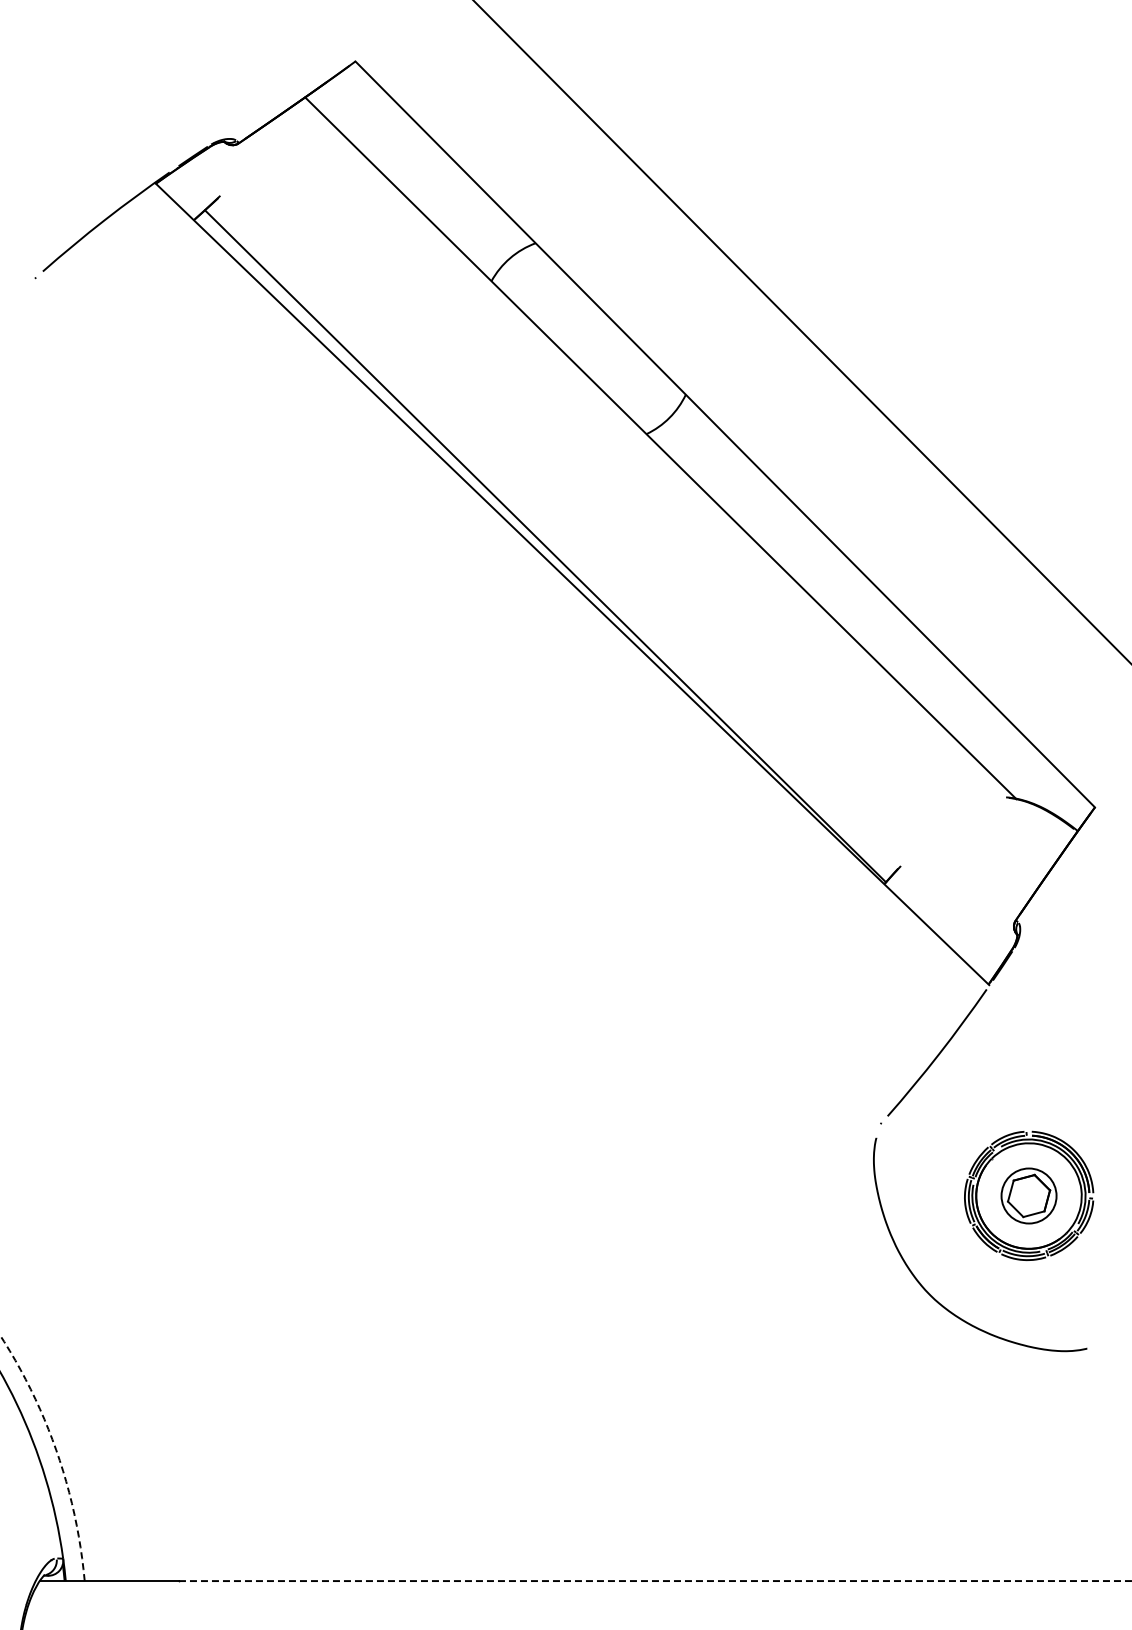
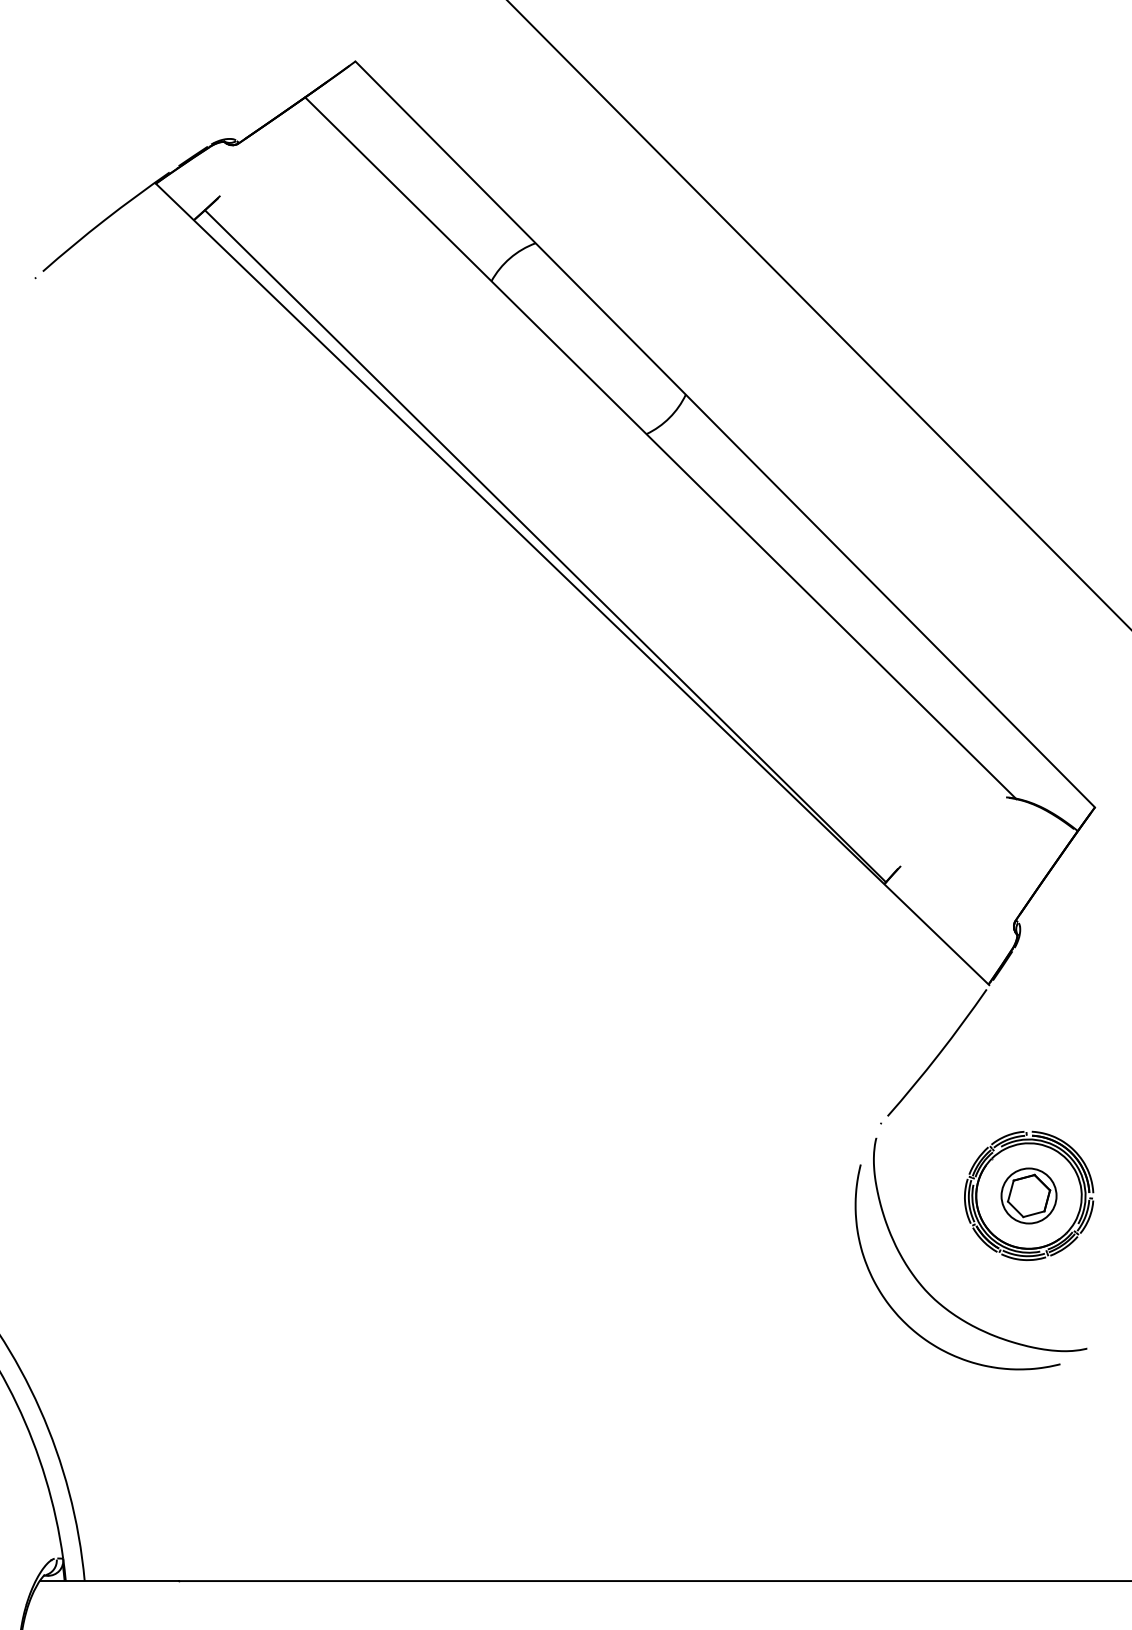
line at (801, 331) position: (801, 331) -> (818, 314)
curve at (904, 1320): none -> present
arc at (57, 1453): dashed -> solid
line at (655, 1581): dashed -> solid
